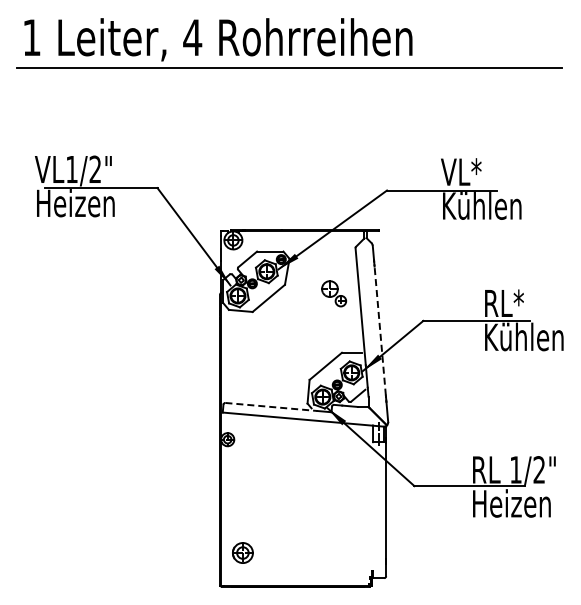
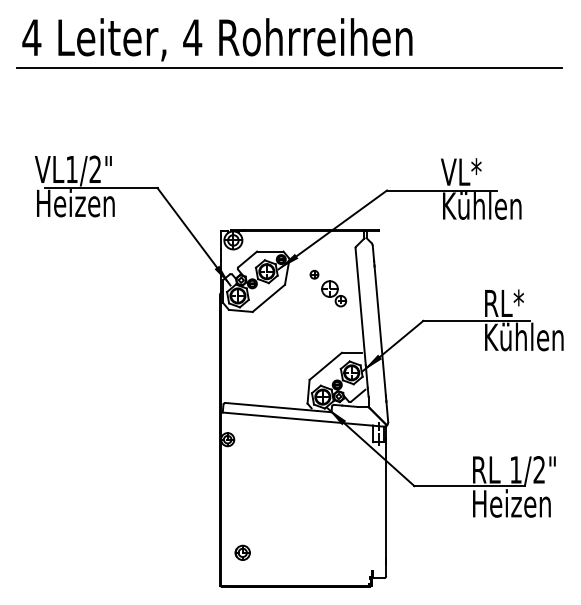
text at (31, 37): 1 -> 4
part at (314, 274): none -> present
line at (380, 331): dashed -> solid
line at (271, 407): dashed -> solid
part at (242, 552) size: 22x22 px -> 17x17 px
